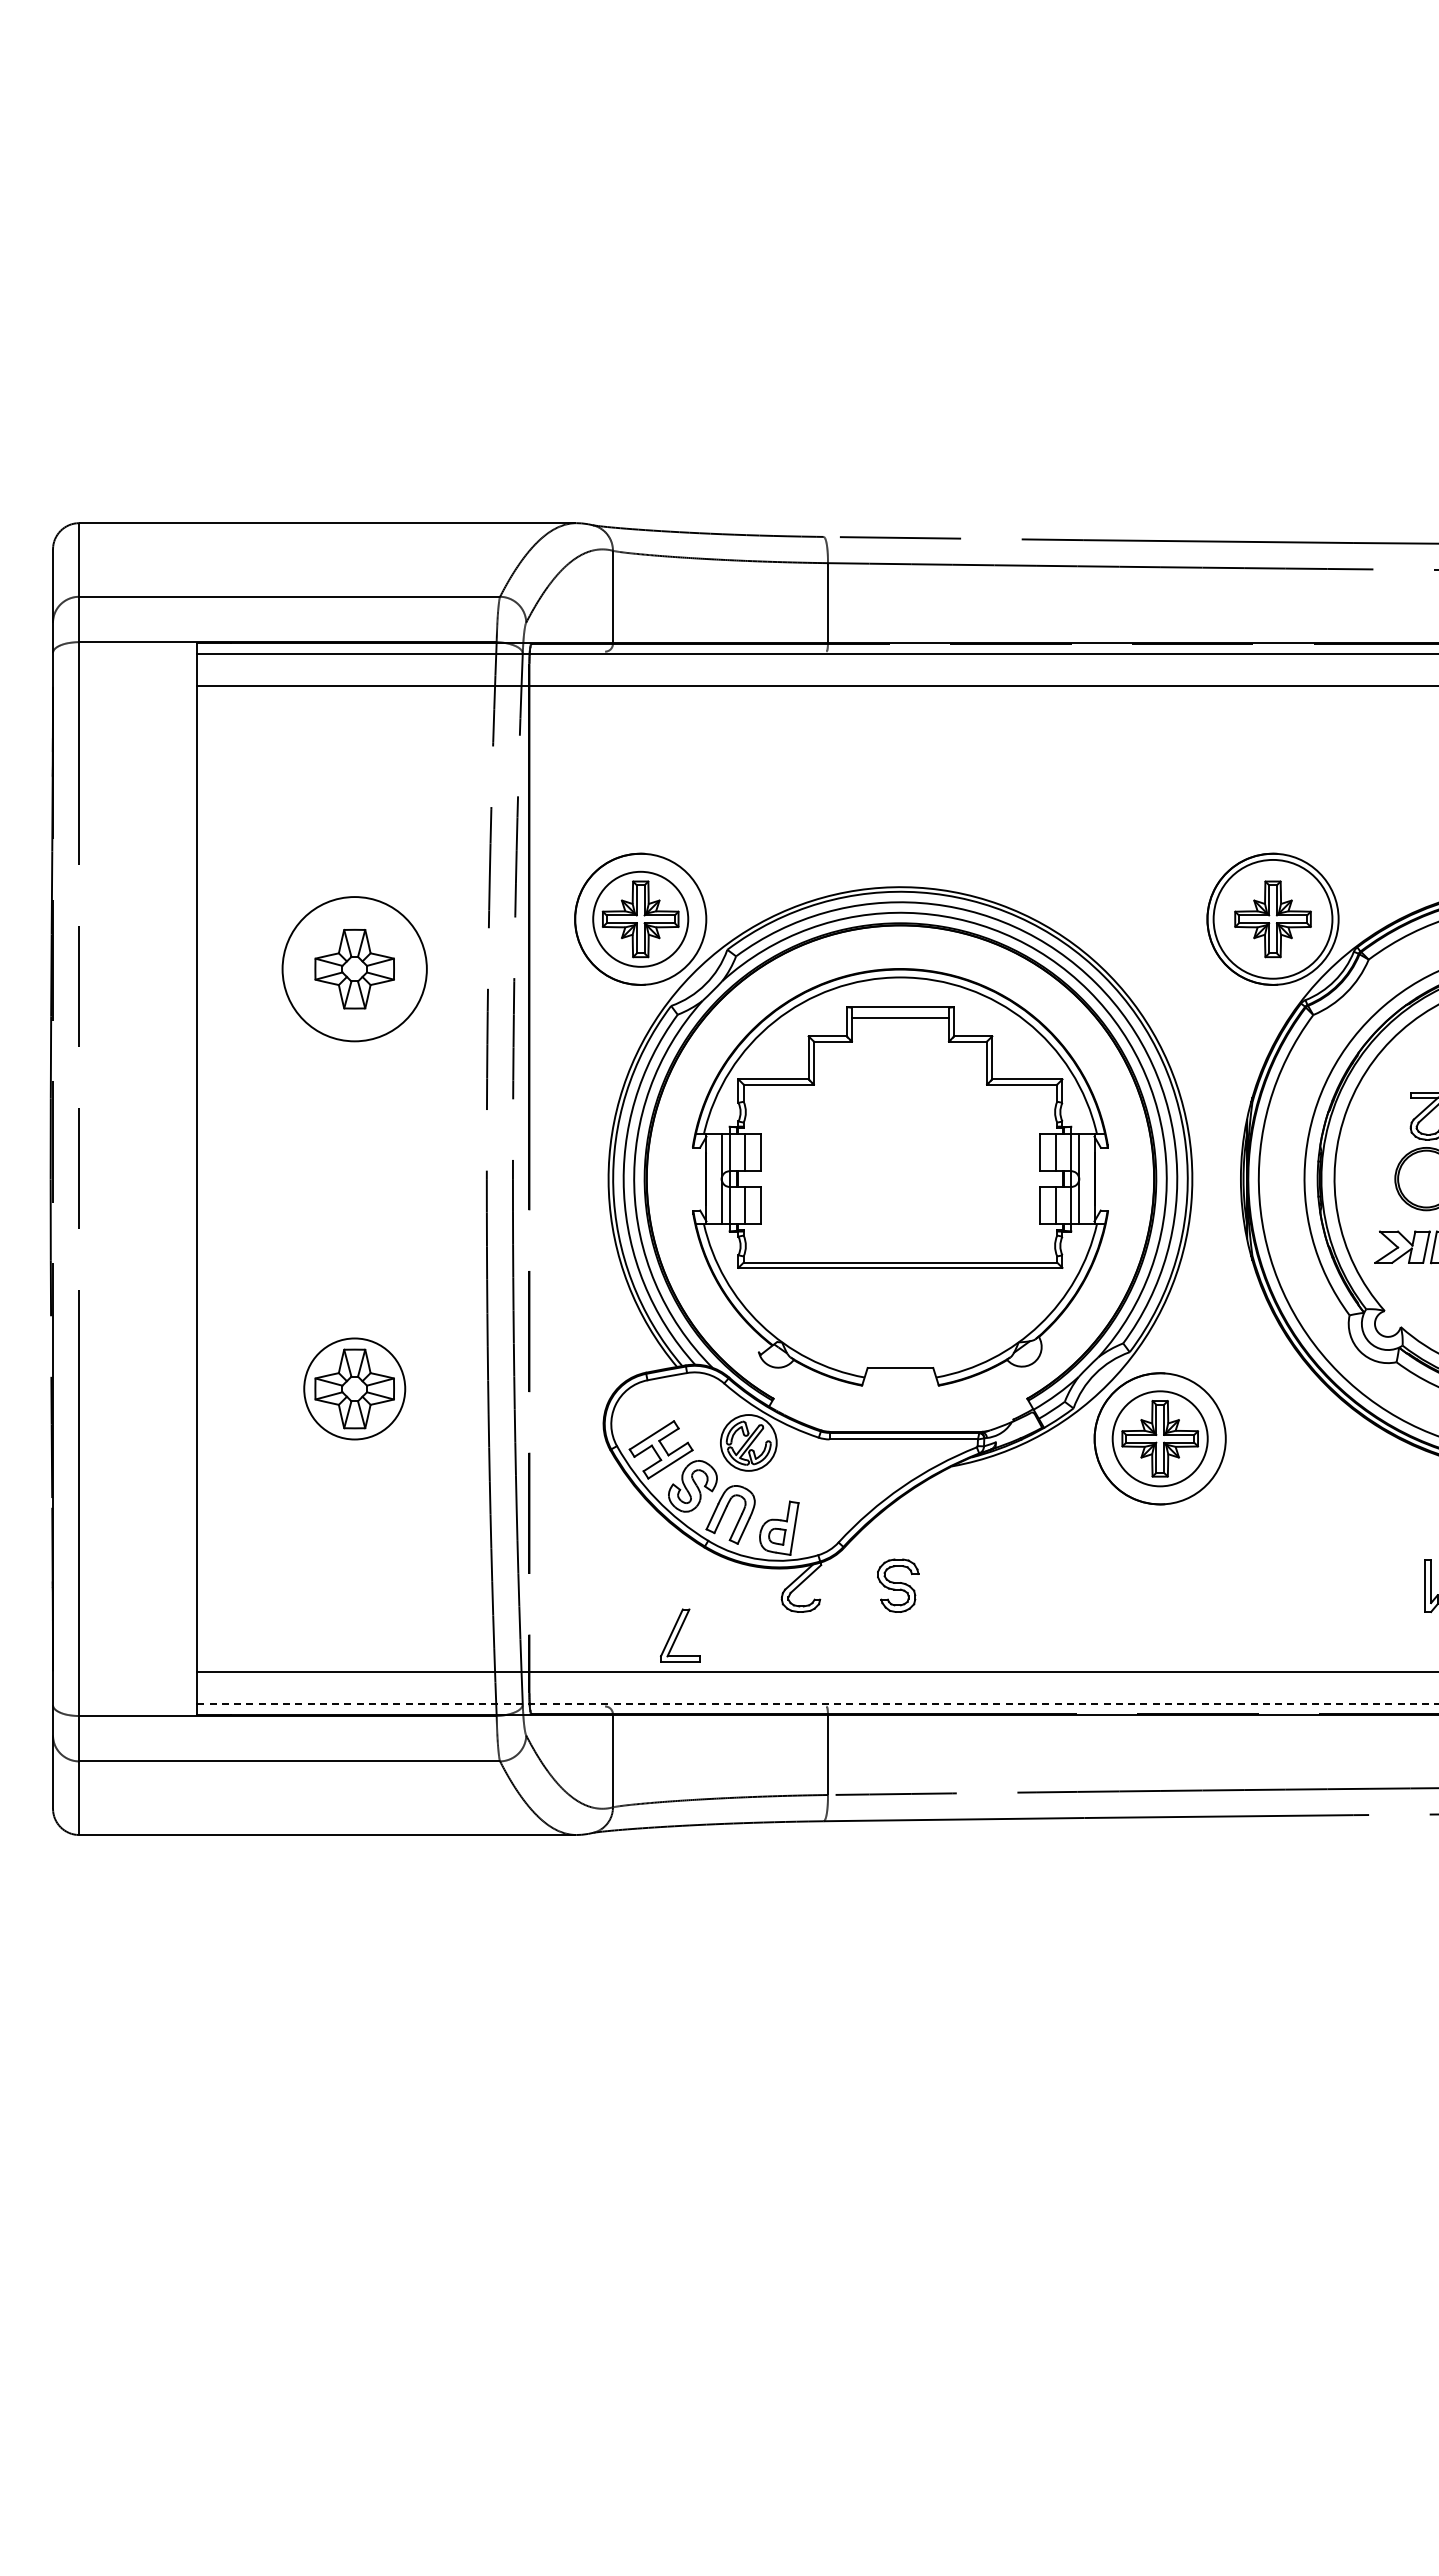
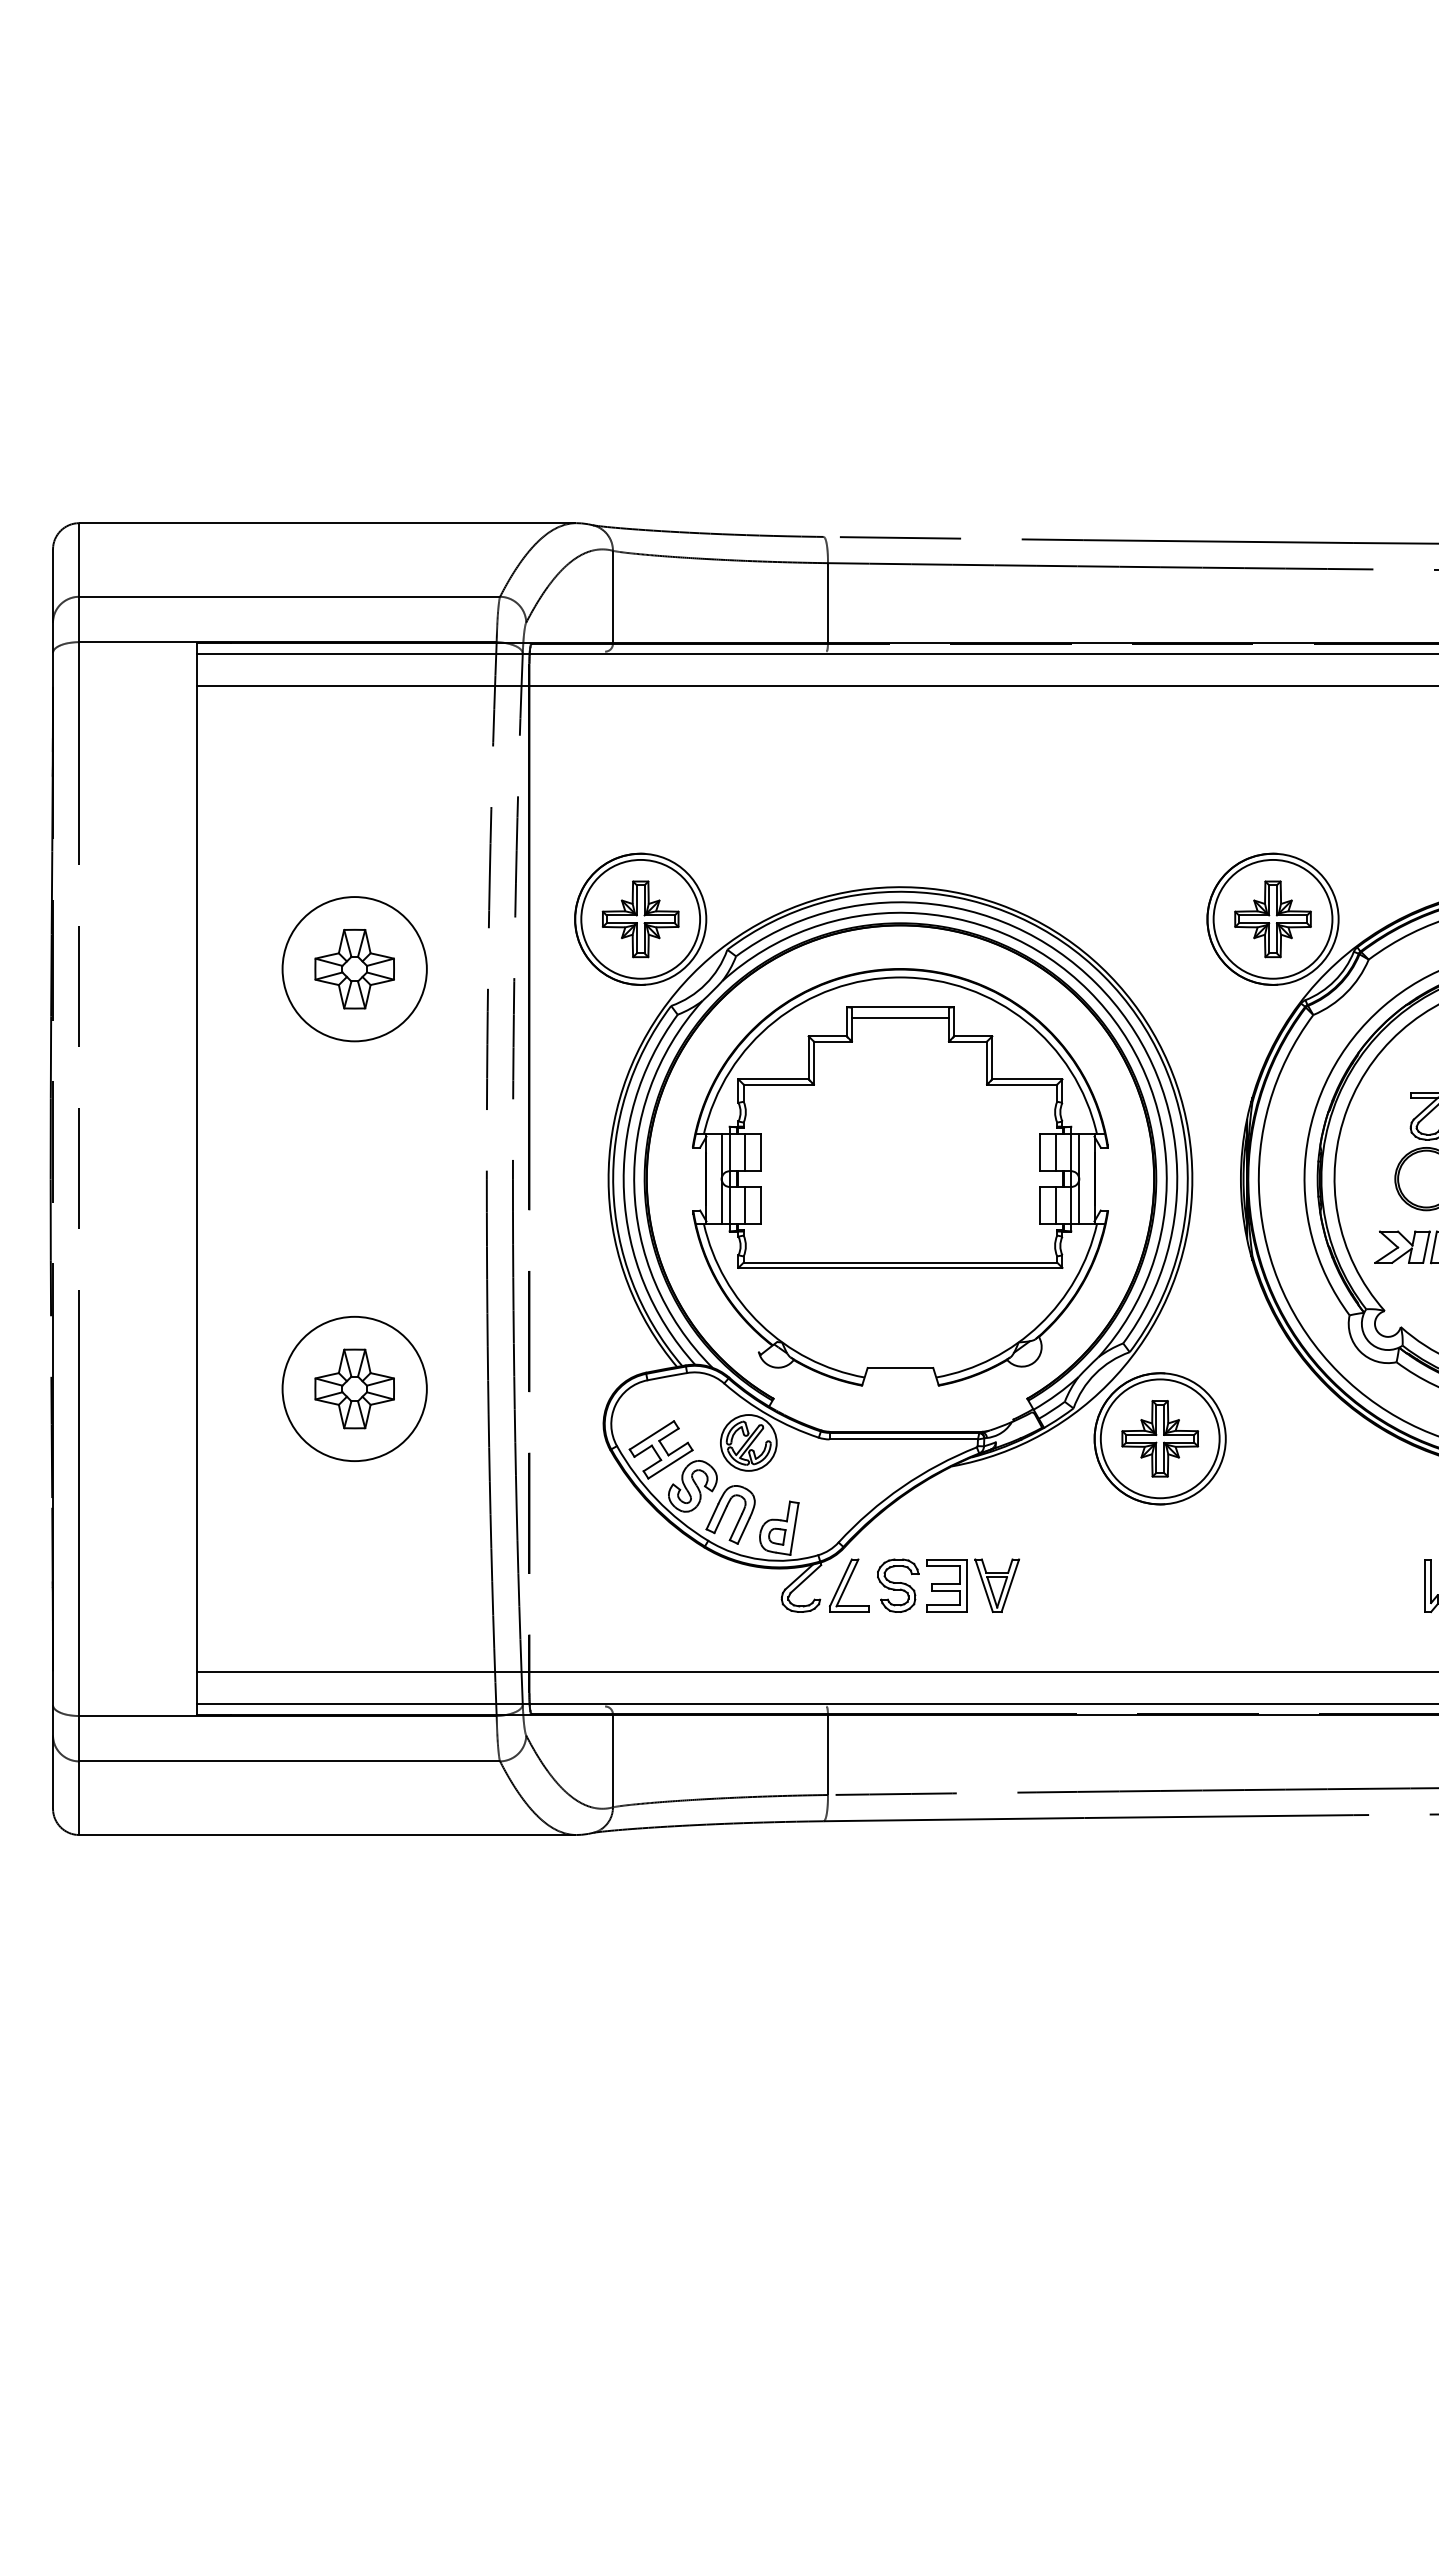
circle at (640, 918) diameter: 95 px -> 119 px
circle at (354, 1388) diameter: 101 px -> 144 px
circle at (1159, 1438) diameter: 95 px -> 119 px
part at (973, 1585): none -> present
part at (679, 1635) position: (679, 1635) -> (848, 1585)
line at (818, 1703): dashed -> solid
